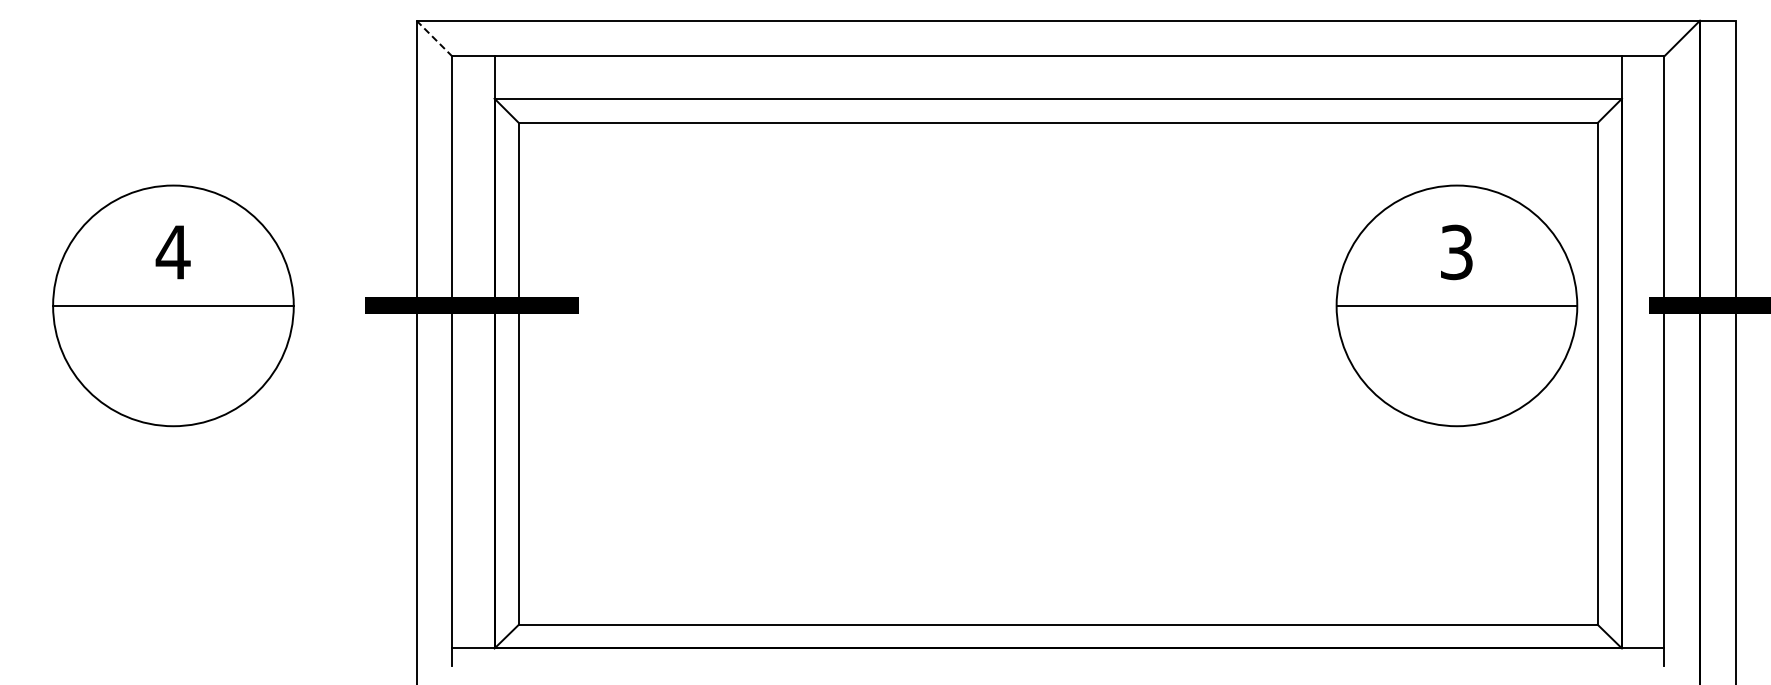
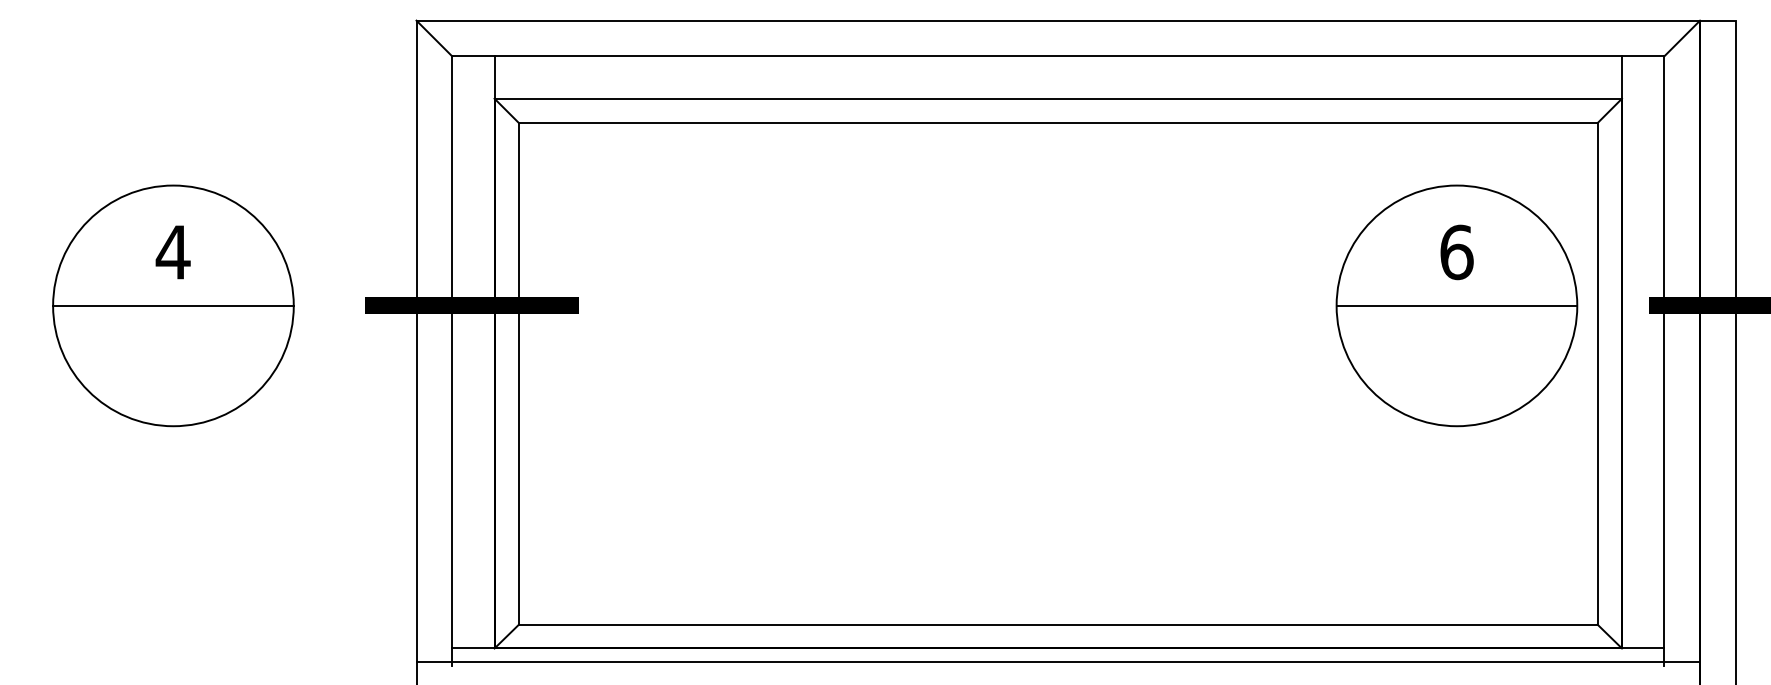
line at (434, 38): dashed -> solid
text at (1456, 252): 3 -> 6
line at (1058, 662): none -> present
